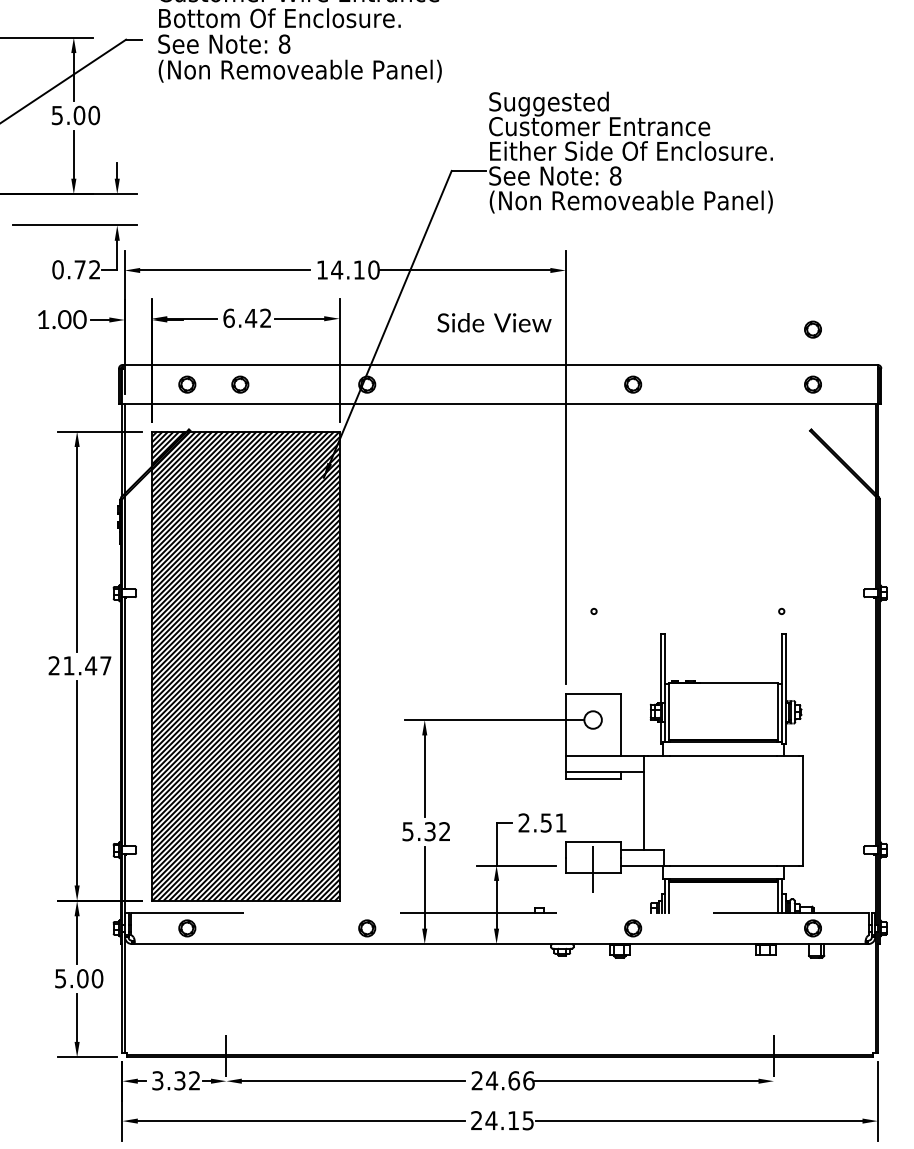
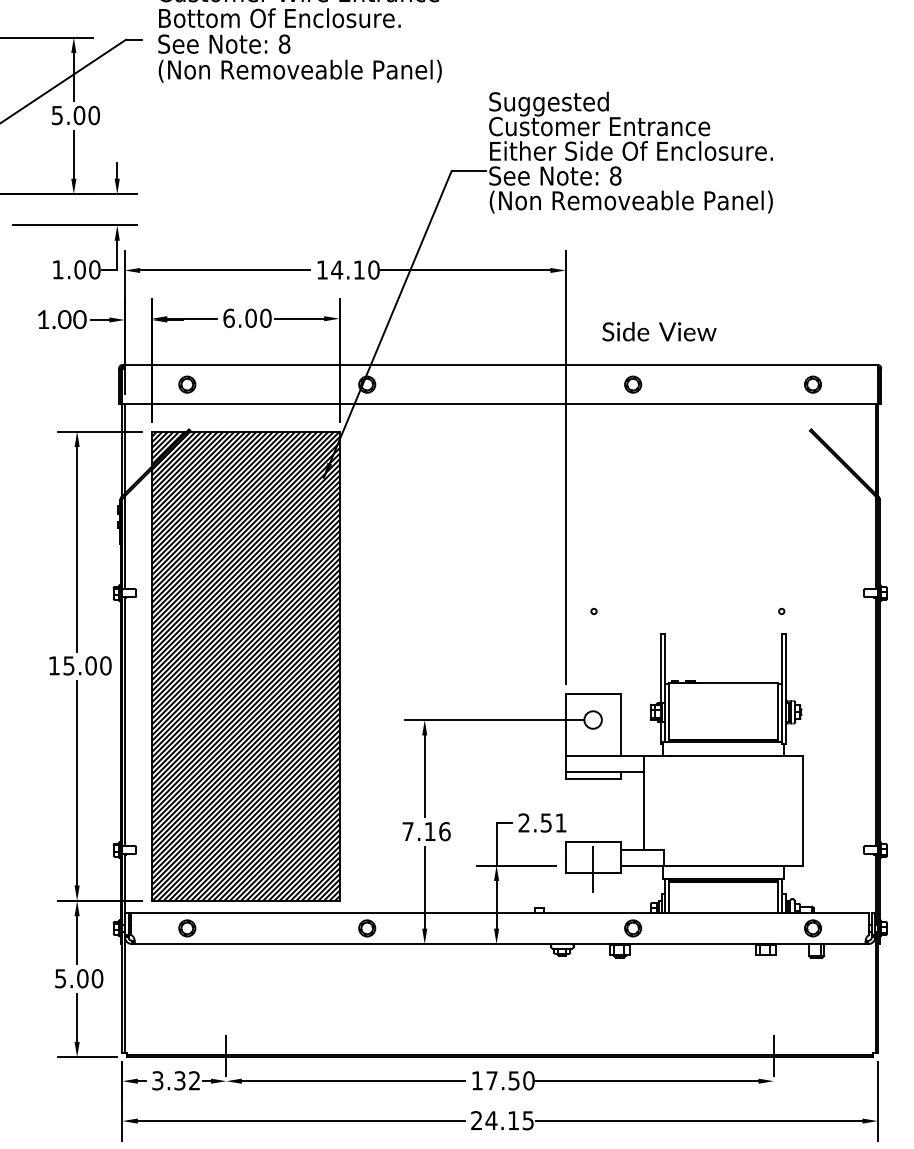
text at (76, 269): 0.72 -> 1.00
text at (258, 317): 6.42 -> 6.00
text at (494, 322) position: (494, 322) -> (659, 331)
part at (812, 329): present -> none
part at (240, 384): present -> none
text at (79, 665): 21.47 -> 15.00
text at (426, 831): 5.32 -> 7.16
line at (499, 912): dashed -> solid
text at (502, 1080): 24.66 -> 17.50
